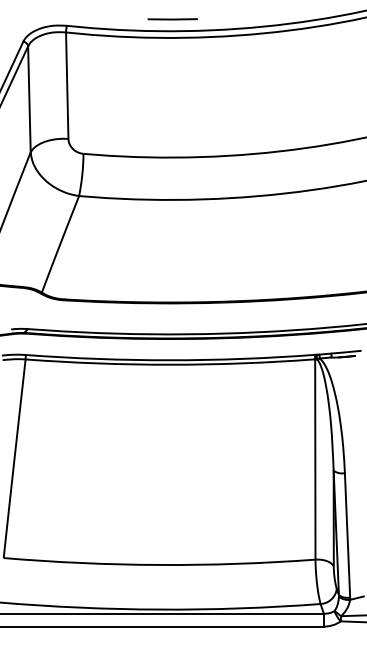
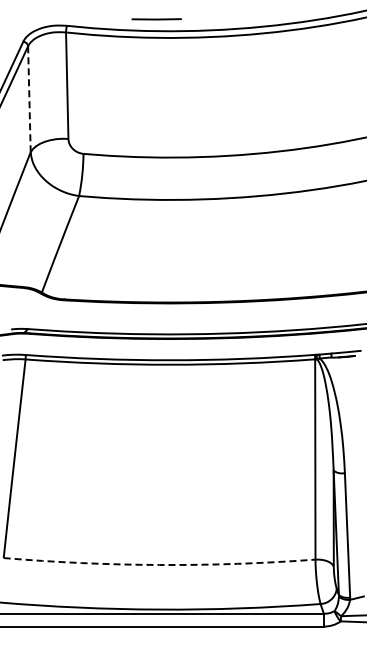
line at (172, 19) position: (172, 19) -> (156, 19)
line at (29, 99): solid -> dashed
arc at (159, 564): solid -> dashed
